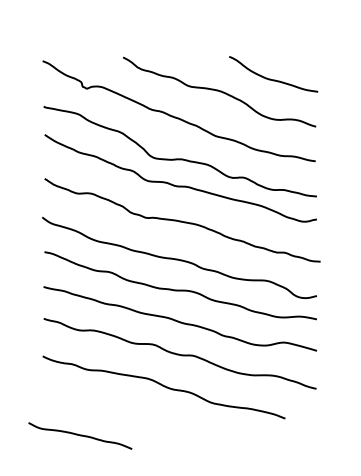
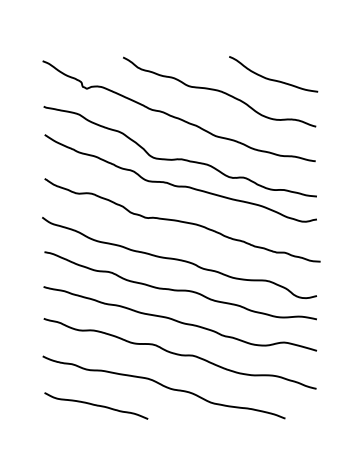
curve at (80, 435) position: (80, 435) -> (96, 405)
